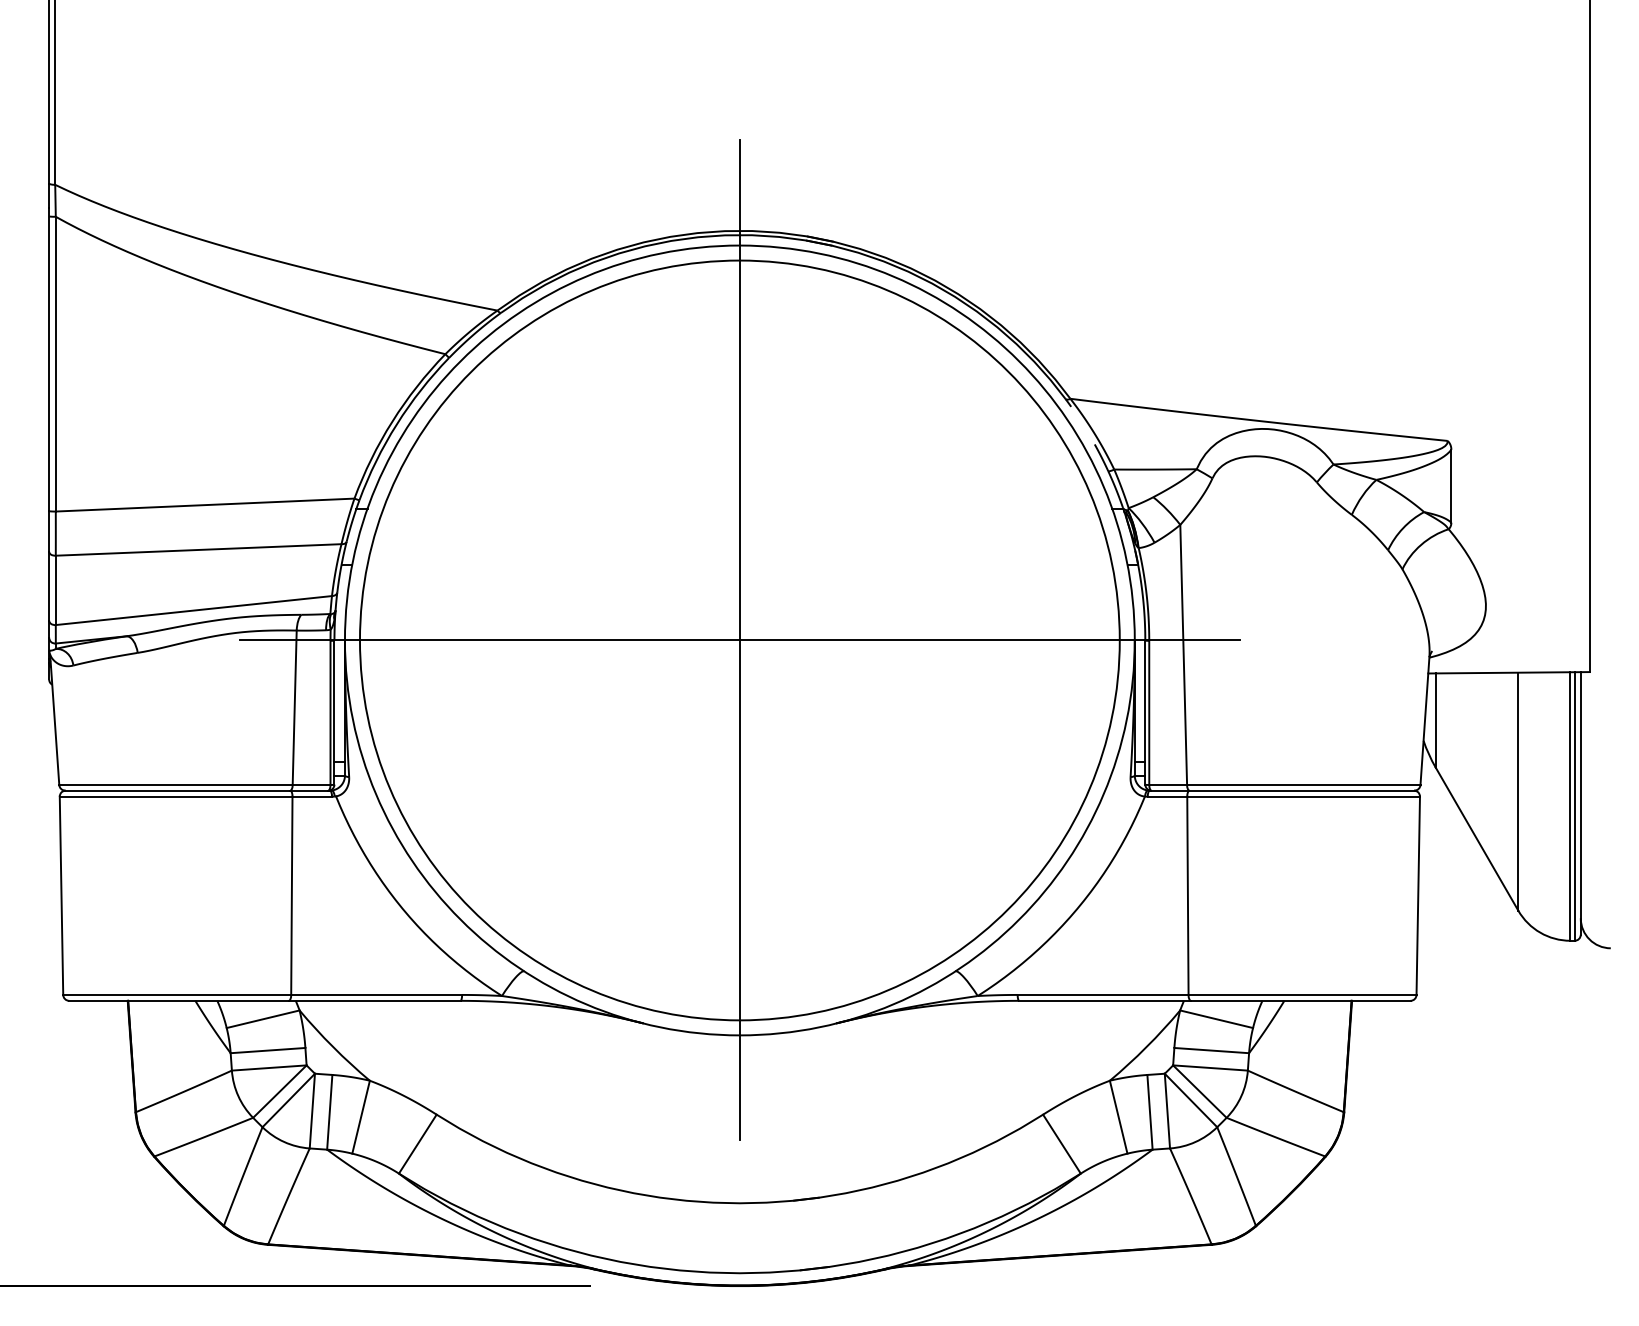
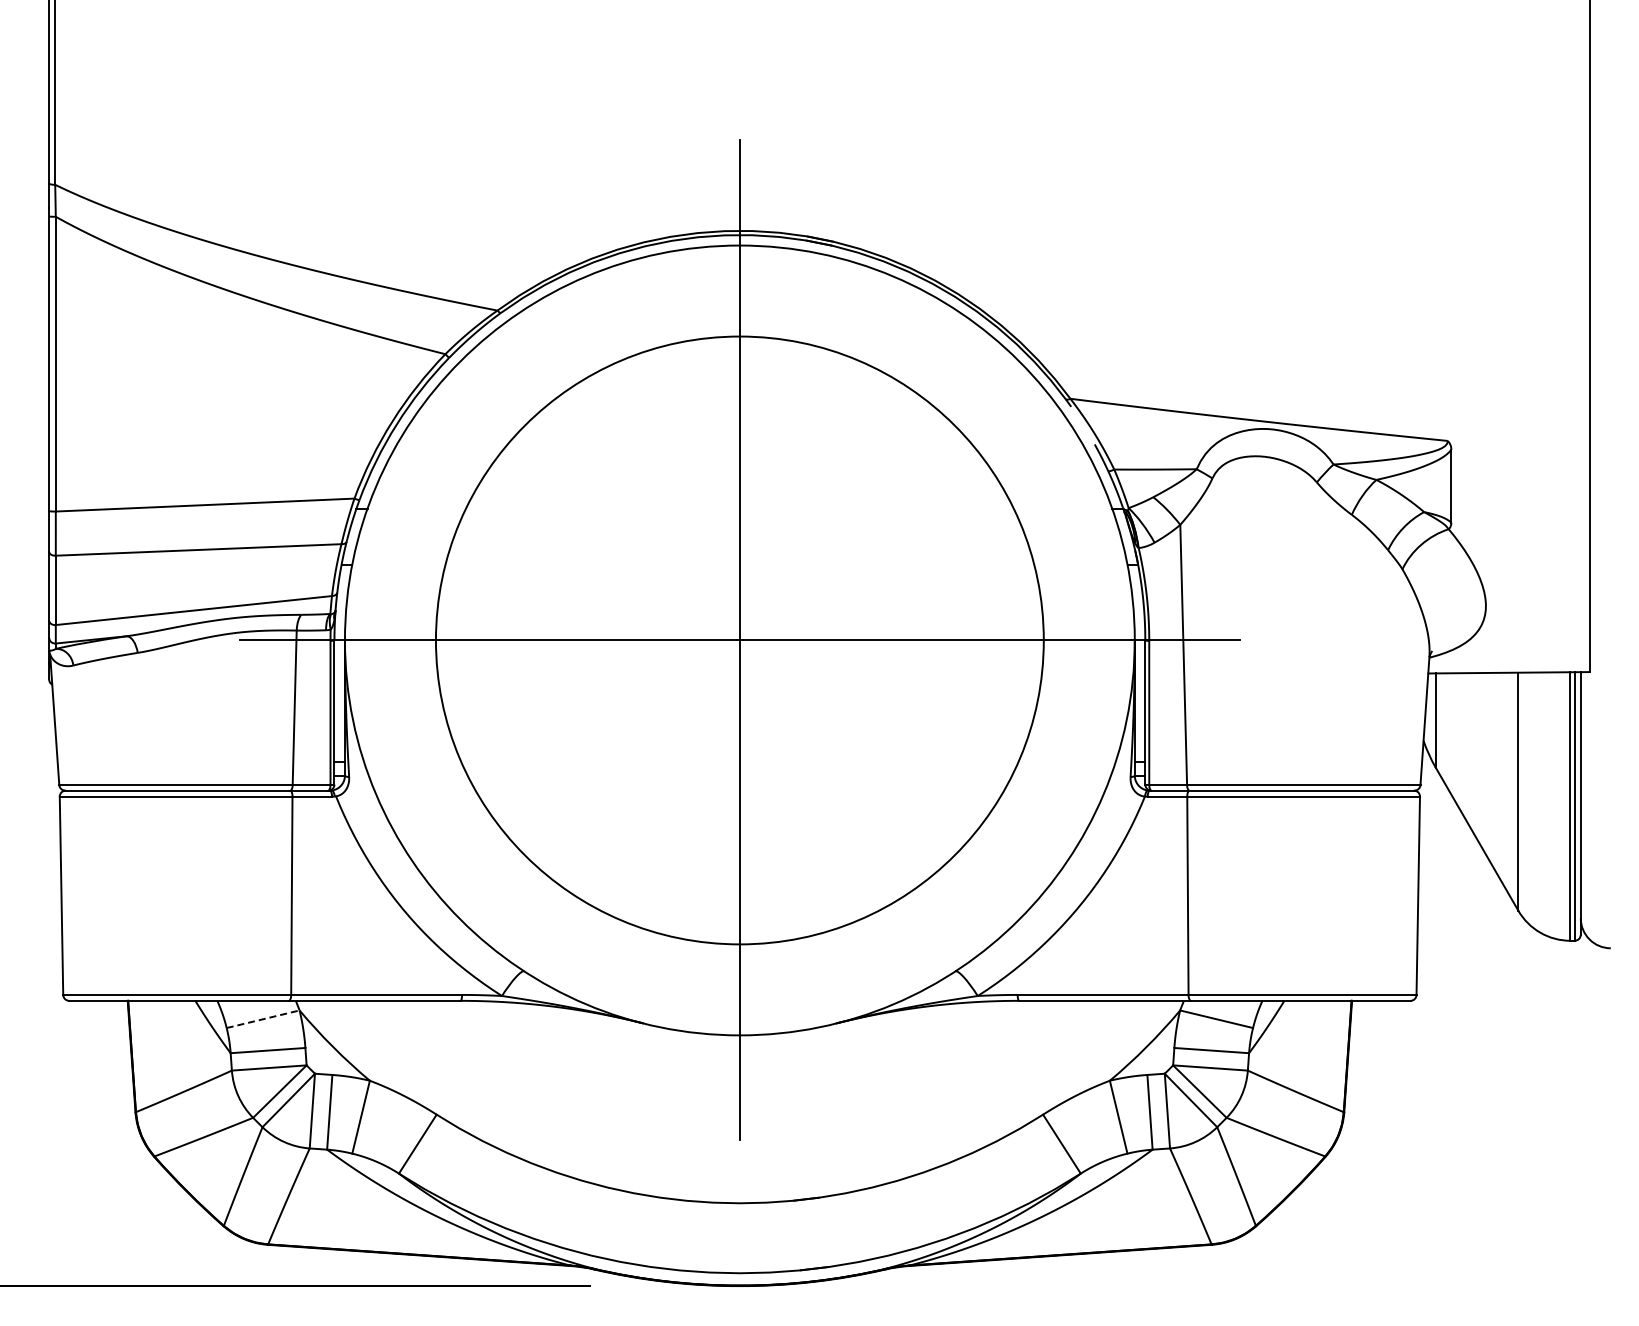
circle at (739, 640) diameter: 760 px -> 608 px
line at (263, 1019): solid -> dashed
